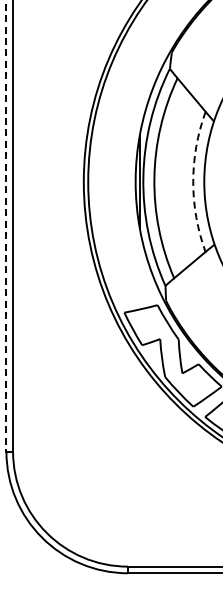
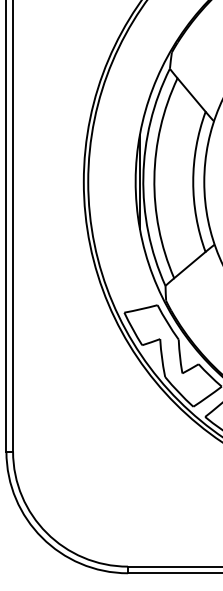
arc at (193, 181): dashed -> solid
line at (6, 225): dashed -> solid
